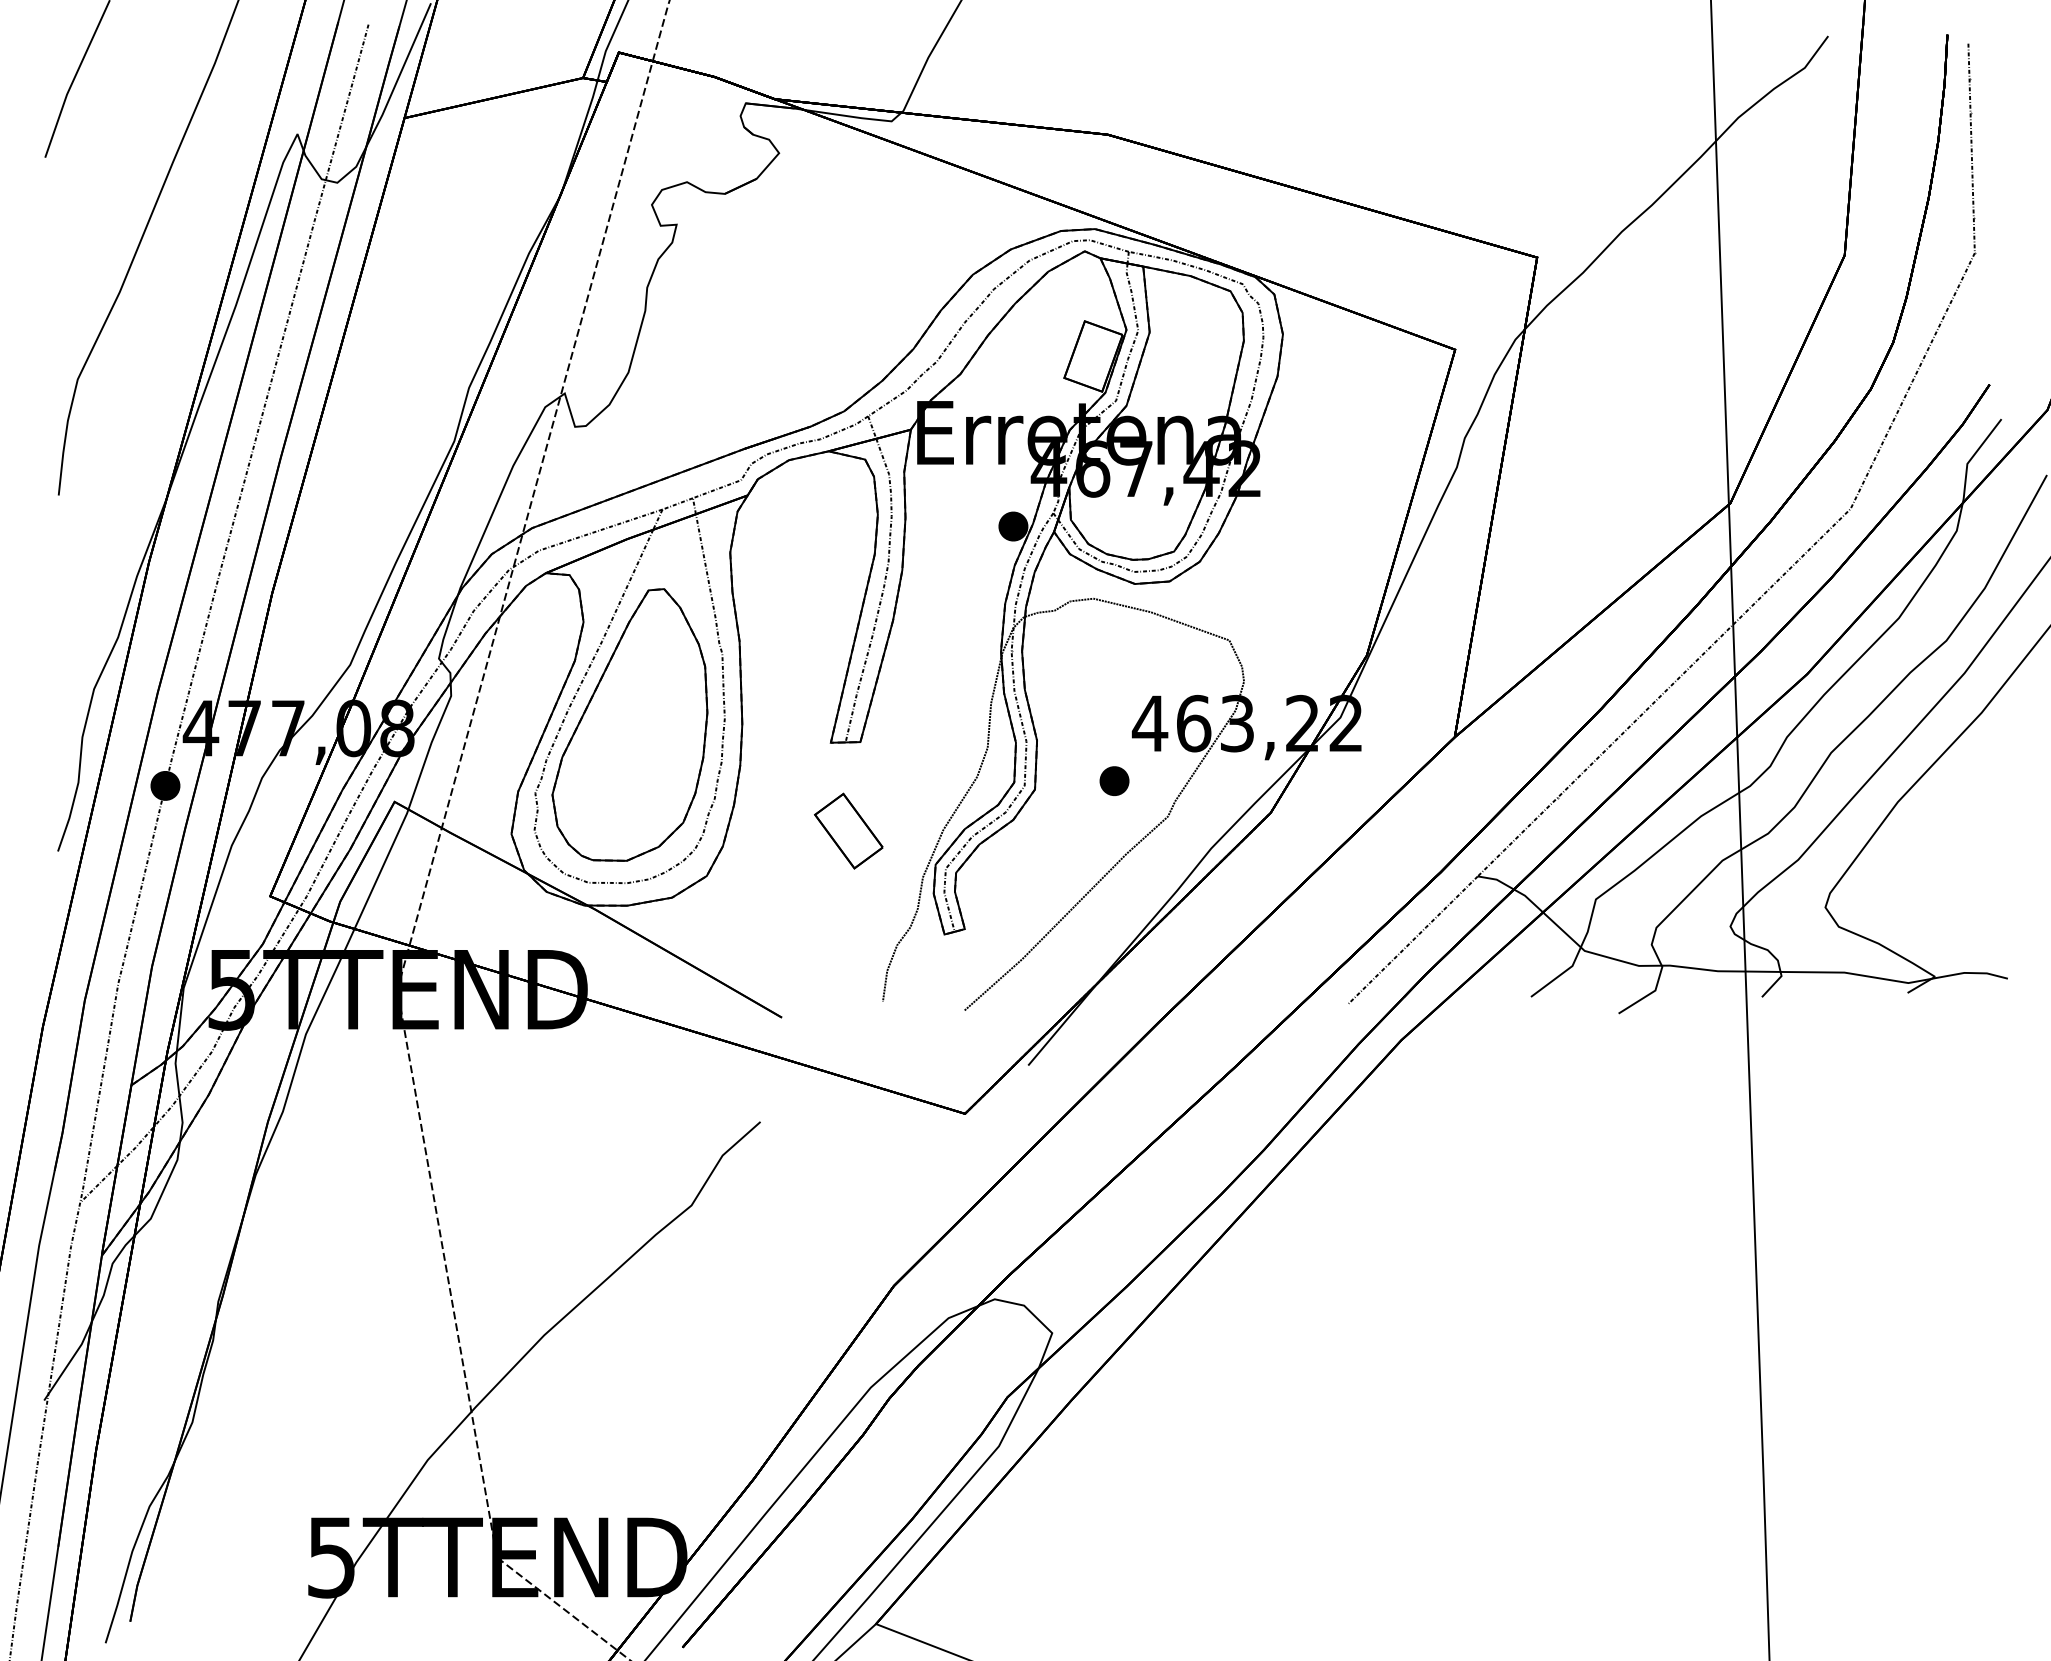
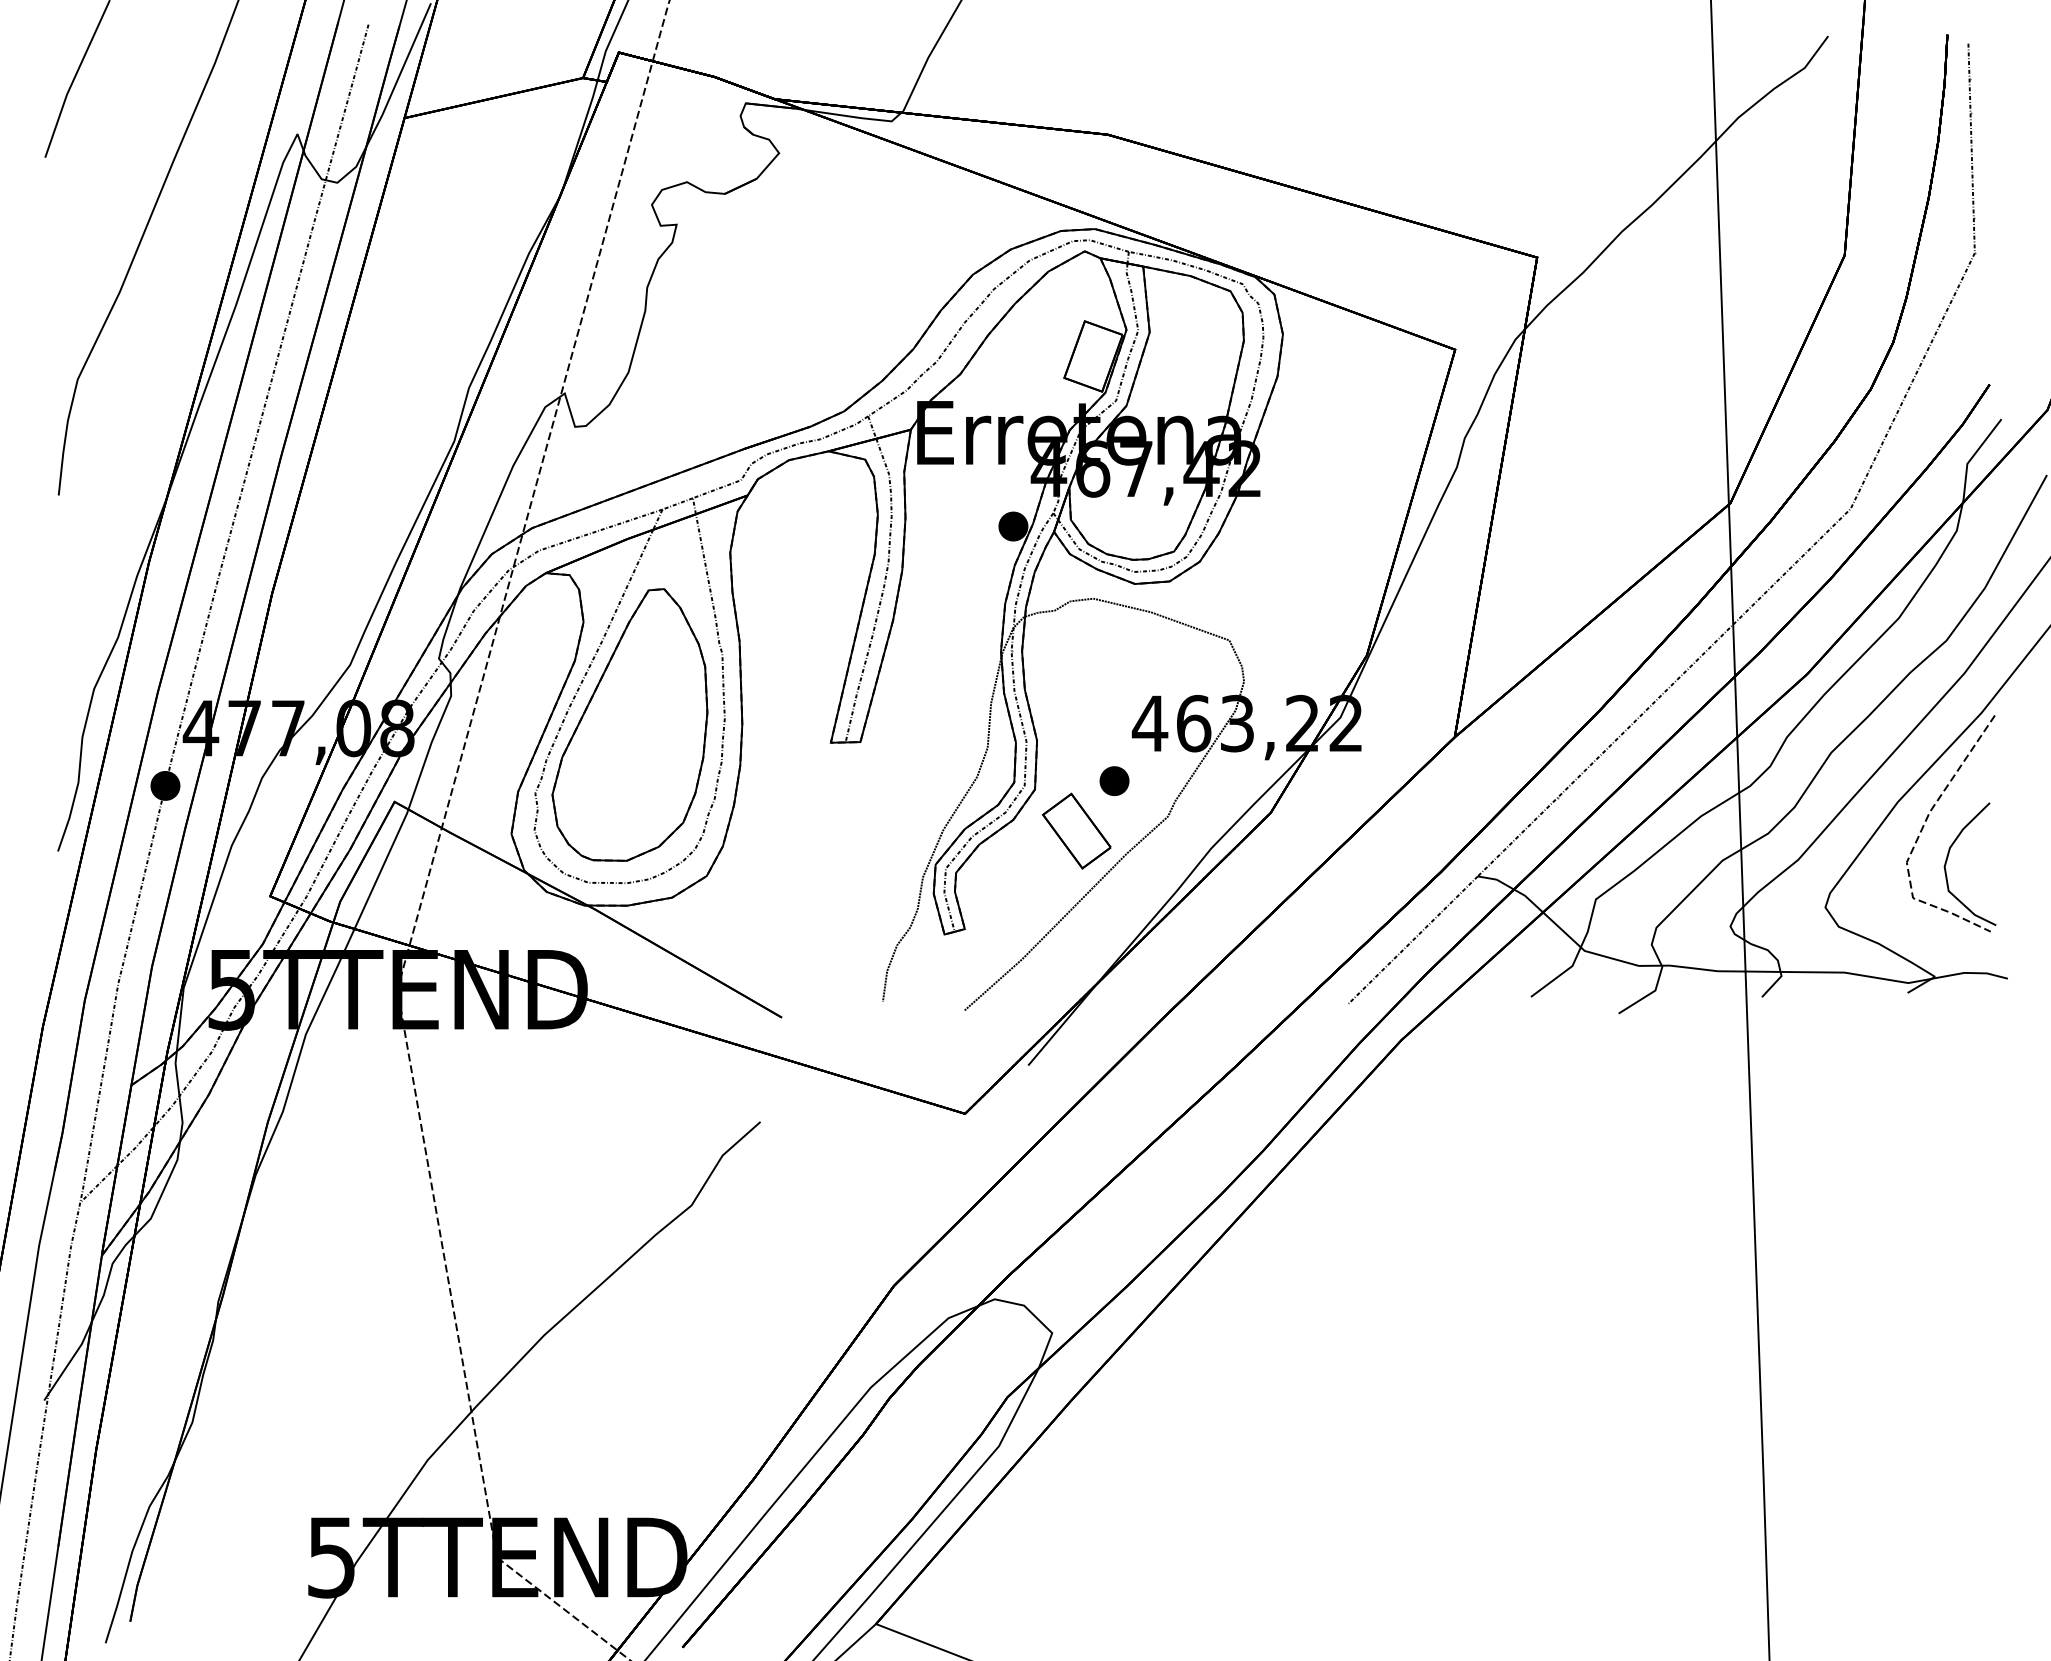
part at (1961, 829): none -> present
part at (848, 830) position: (848, 830) -> (1076, 830)
